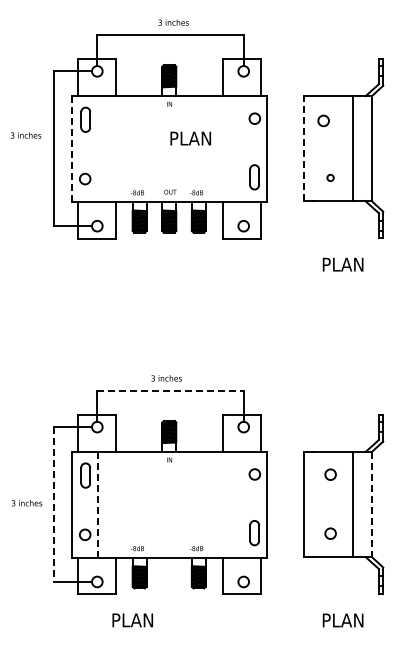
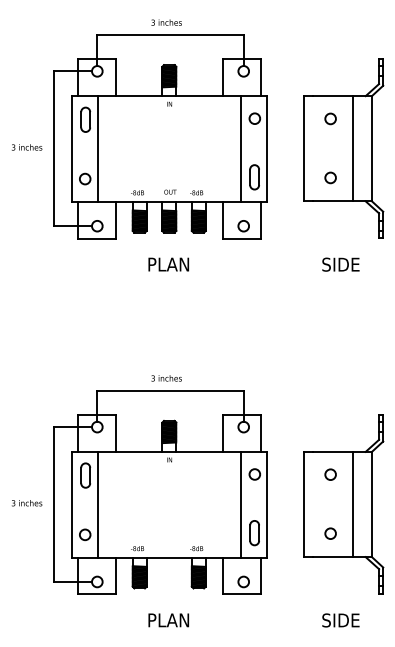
text at (173, 22) position: (173, 22) -> (166, 22)
circle at (323, 120) position: (323, 120) -> (330, 118)
text at (26, 135) position: (26, 135) -> (27, 147)
text at (190, 138) position: (190, 138) -> (168, 264)
line at (71, 148): dashed -> solid
line at (97, 148): none -> present
line at (240, 148): none -> present
line at (303, 148): dashed -> solid
circle at (330, 177) size: 9x9 px -> 13x14 px
text at (342, 264): PLAN -> SIDE
line at (171, 390): dashed -> solid
line at (240, 504): none -> present
line at (371, 504): dashed -> solid
line at (53, 505): dashed -> solid
line at (97, 505): dashed -> solid
text at (132, 620) position: (132, 620) -> (168, 620)
text at (342, 620): PLAN -> SIDE
